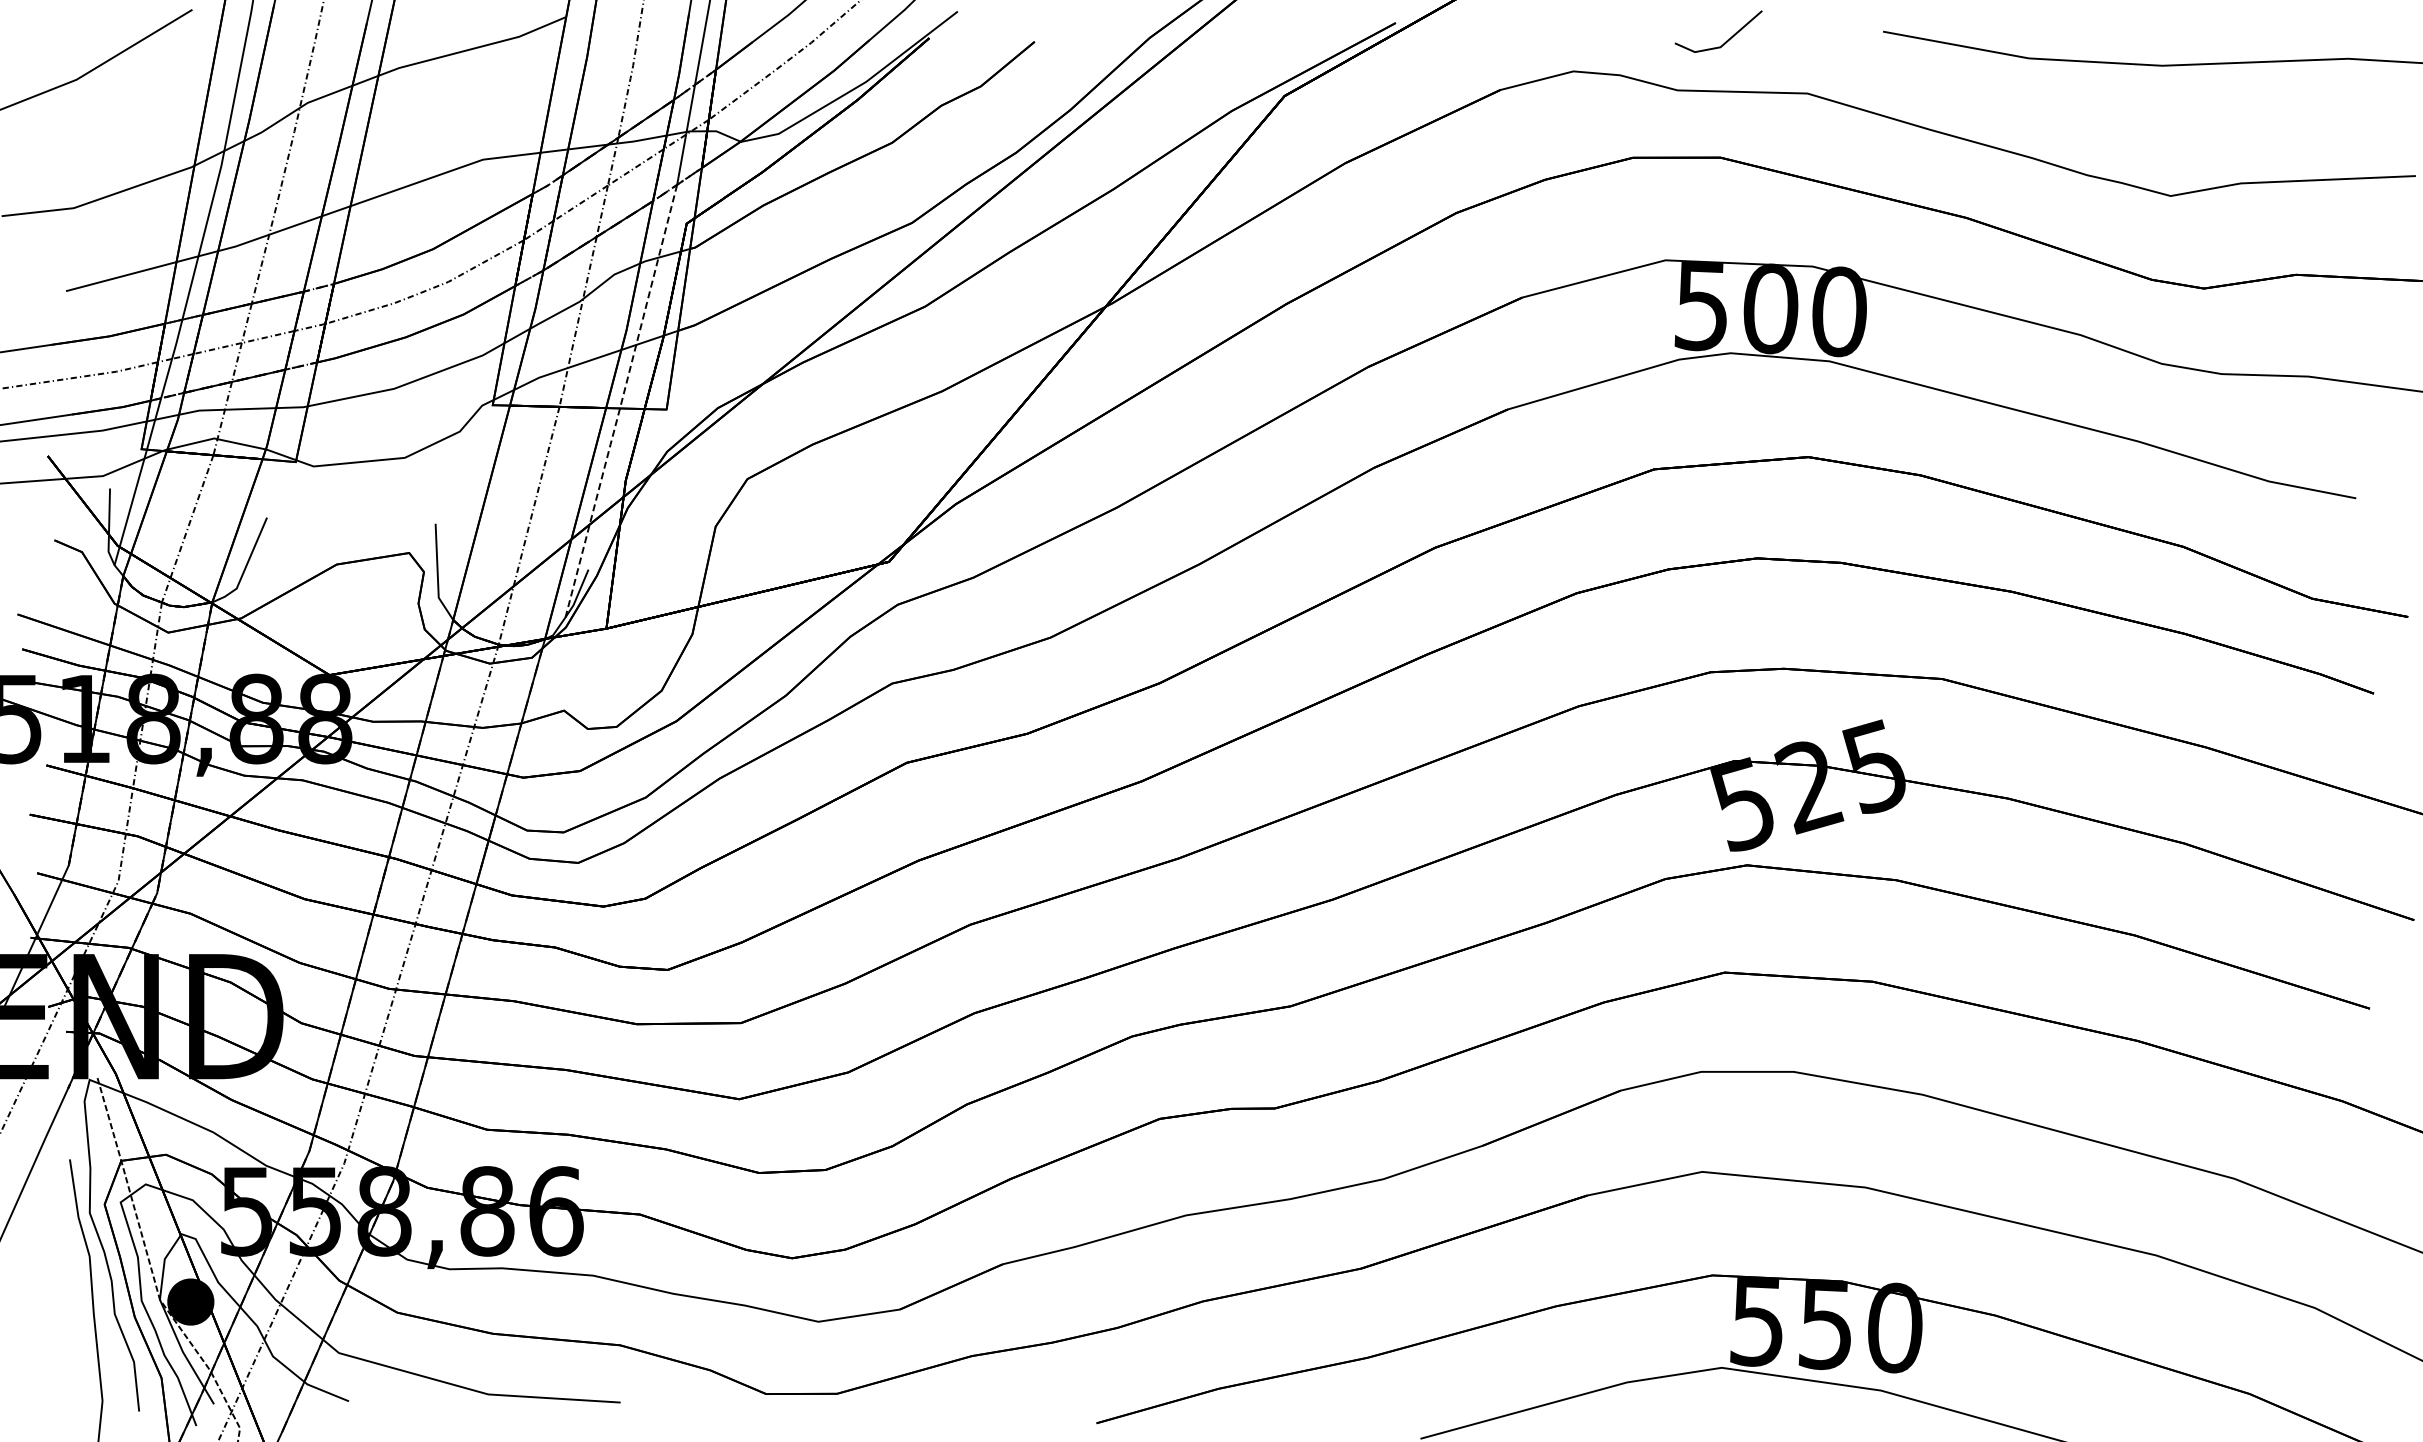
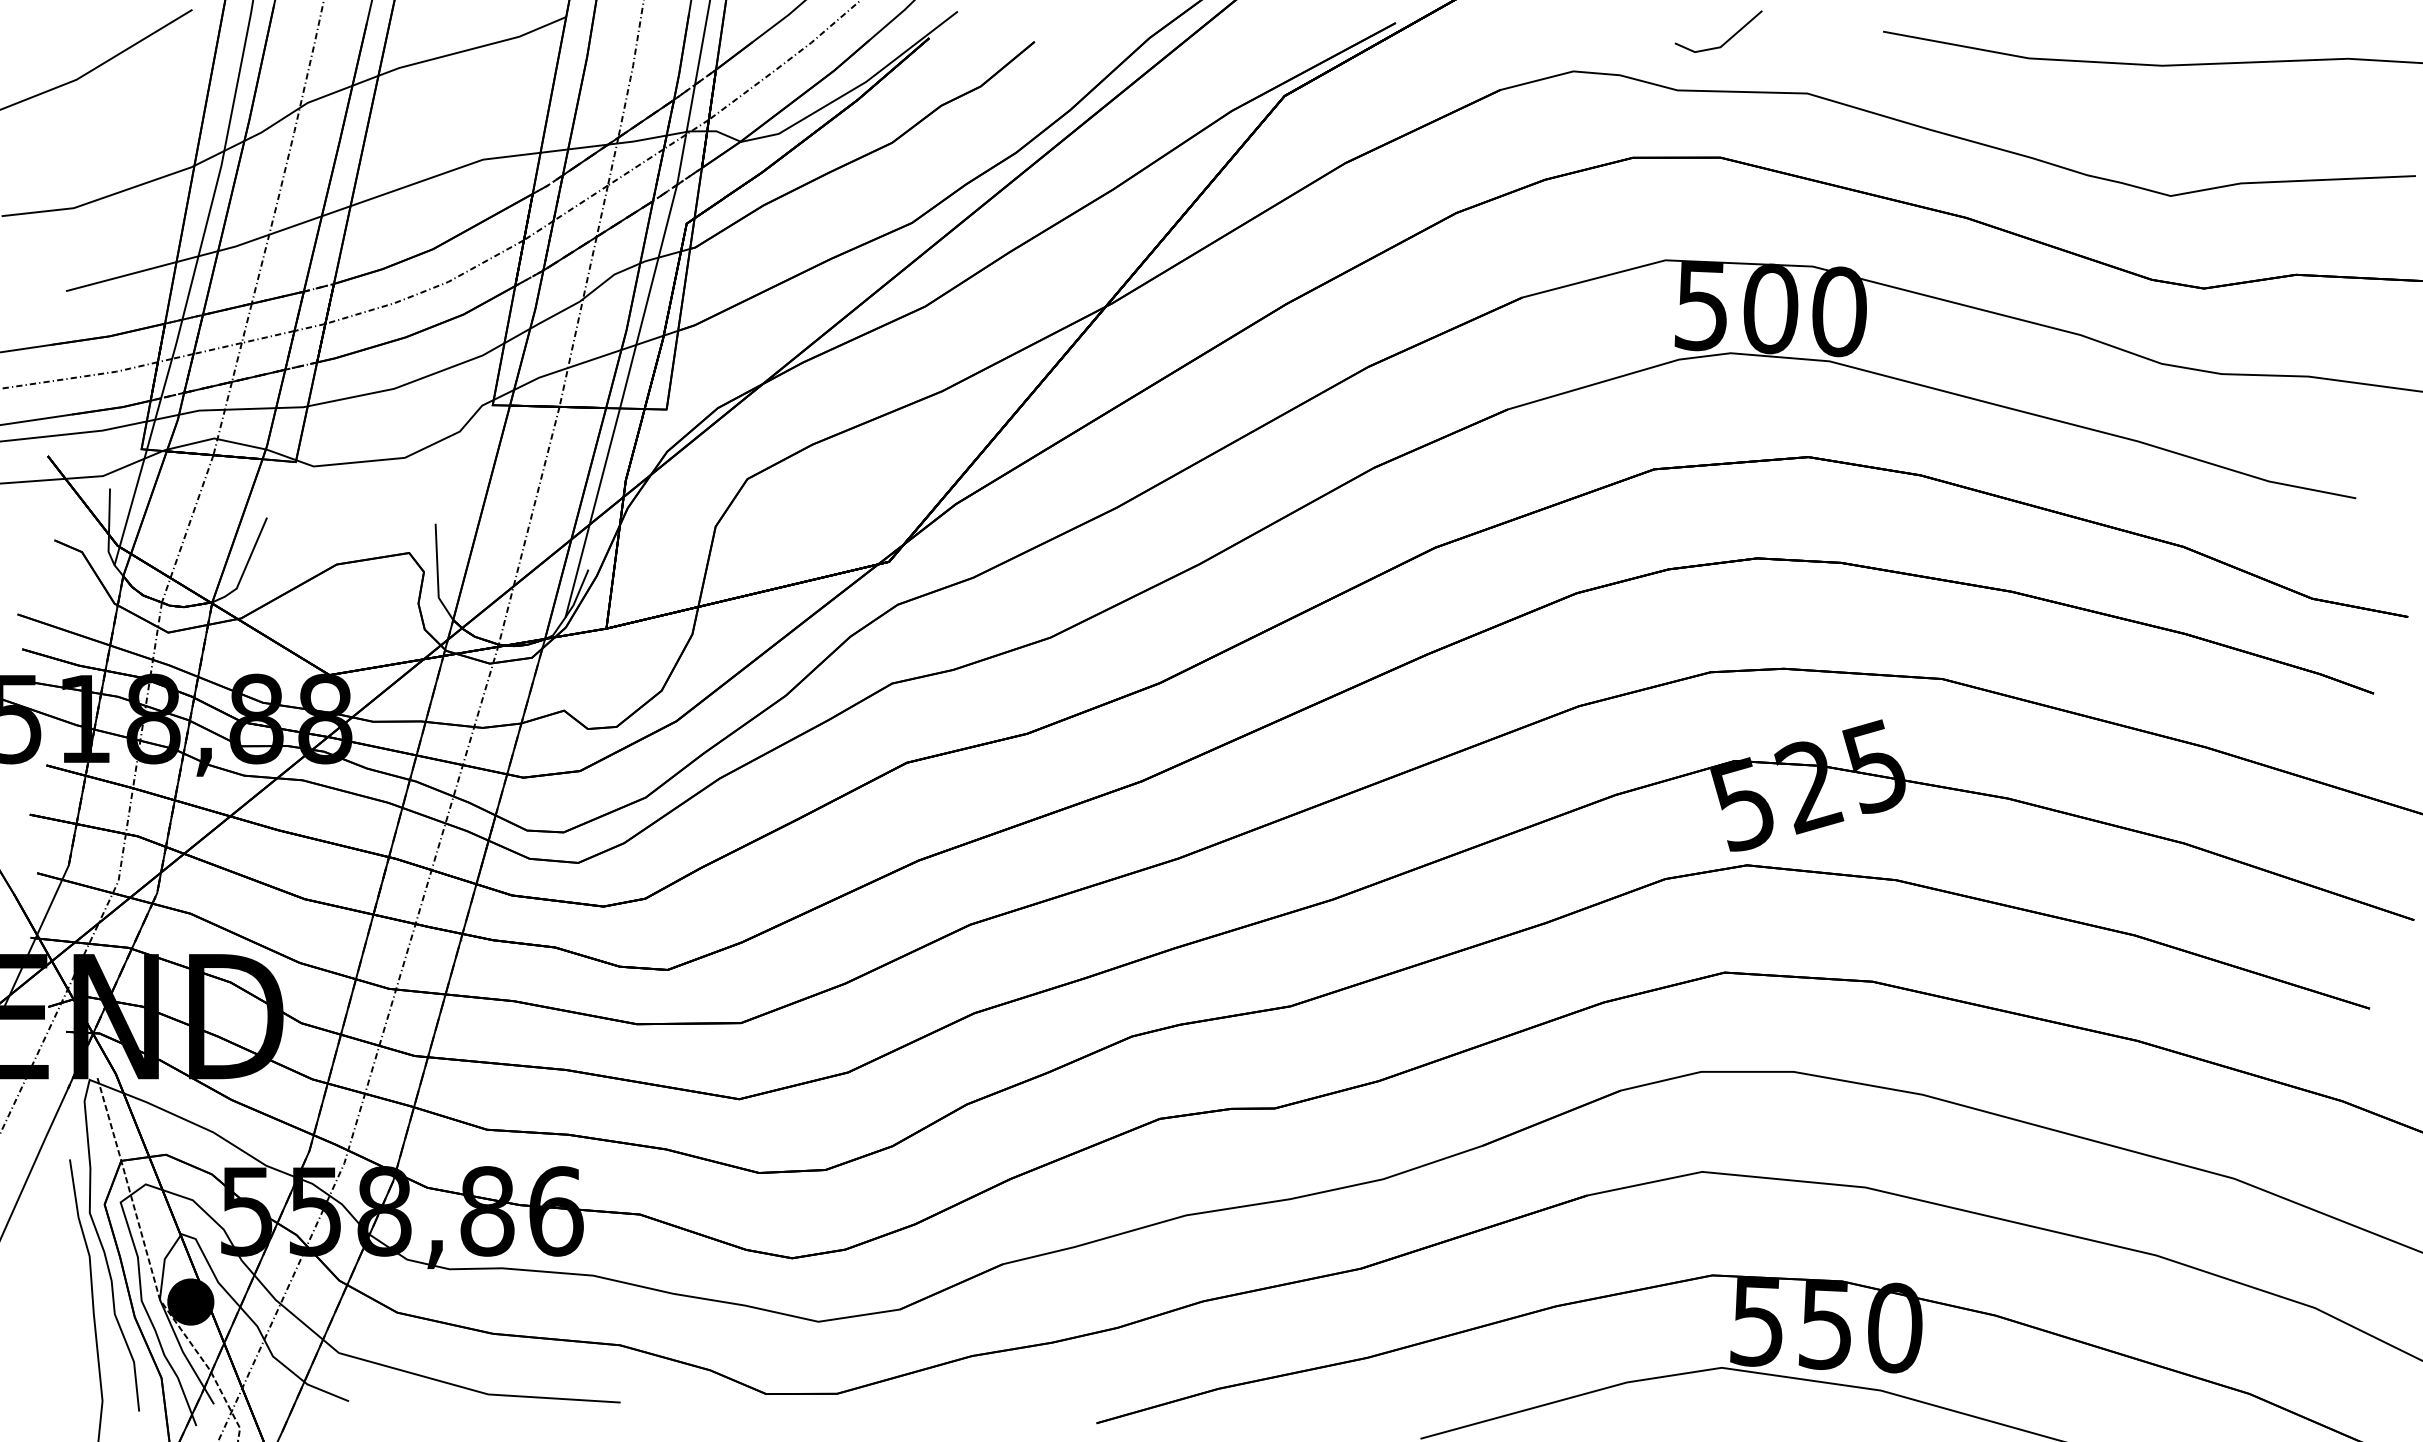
line at (621, 402): dashed -> solid
